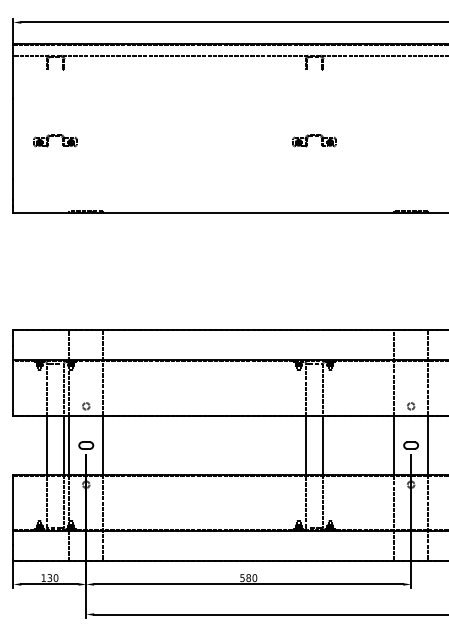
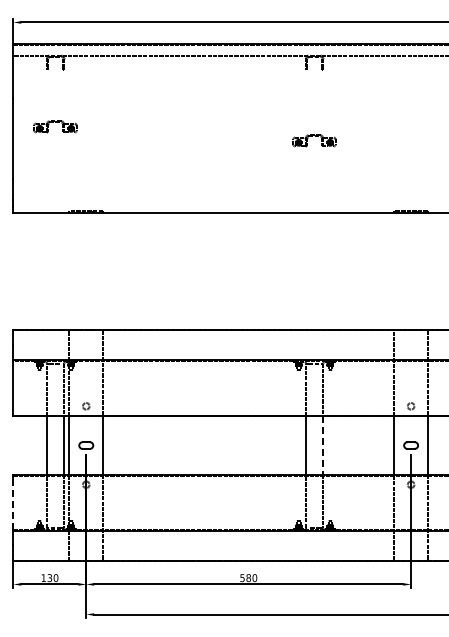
part at (55, 140) position: (55, 140) -> (55, 126)
line at (322, 446): solid -> dashed
line at (13, 503): solid -> dashed
